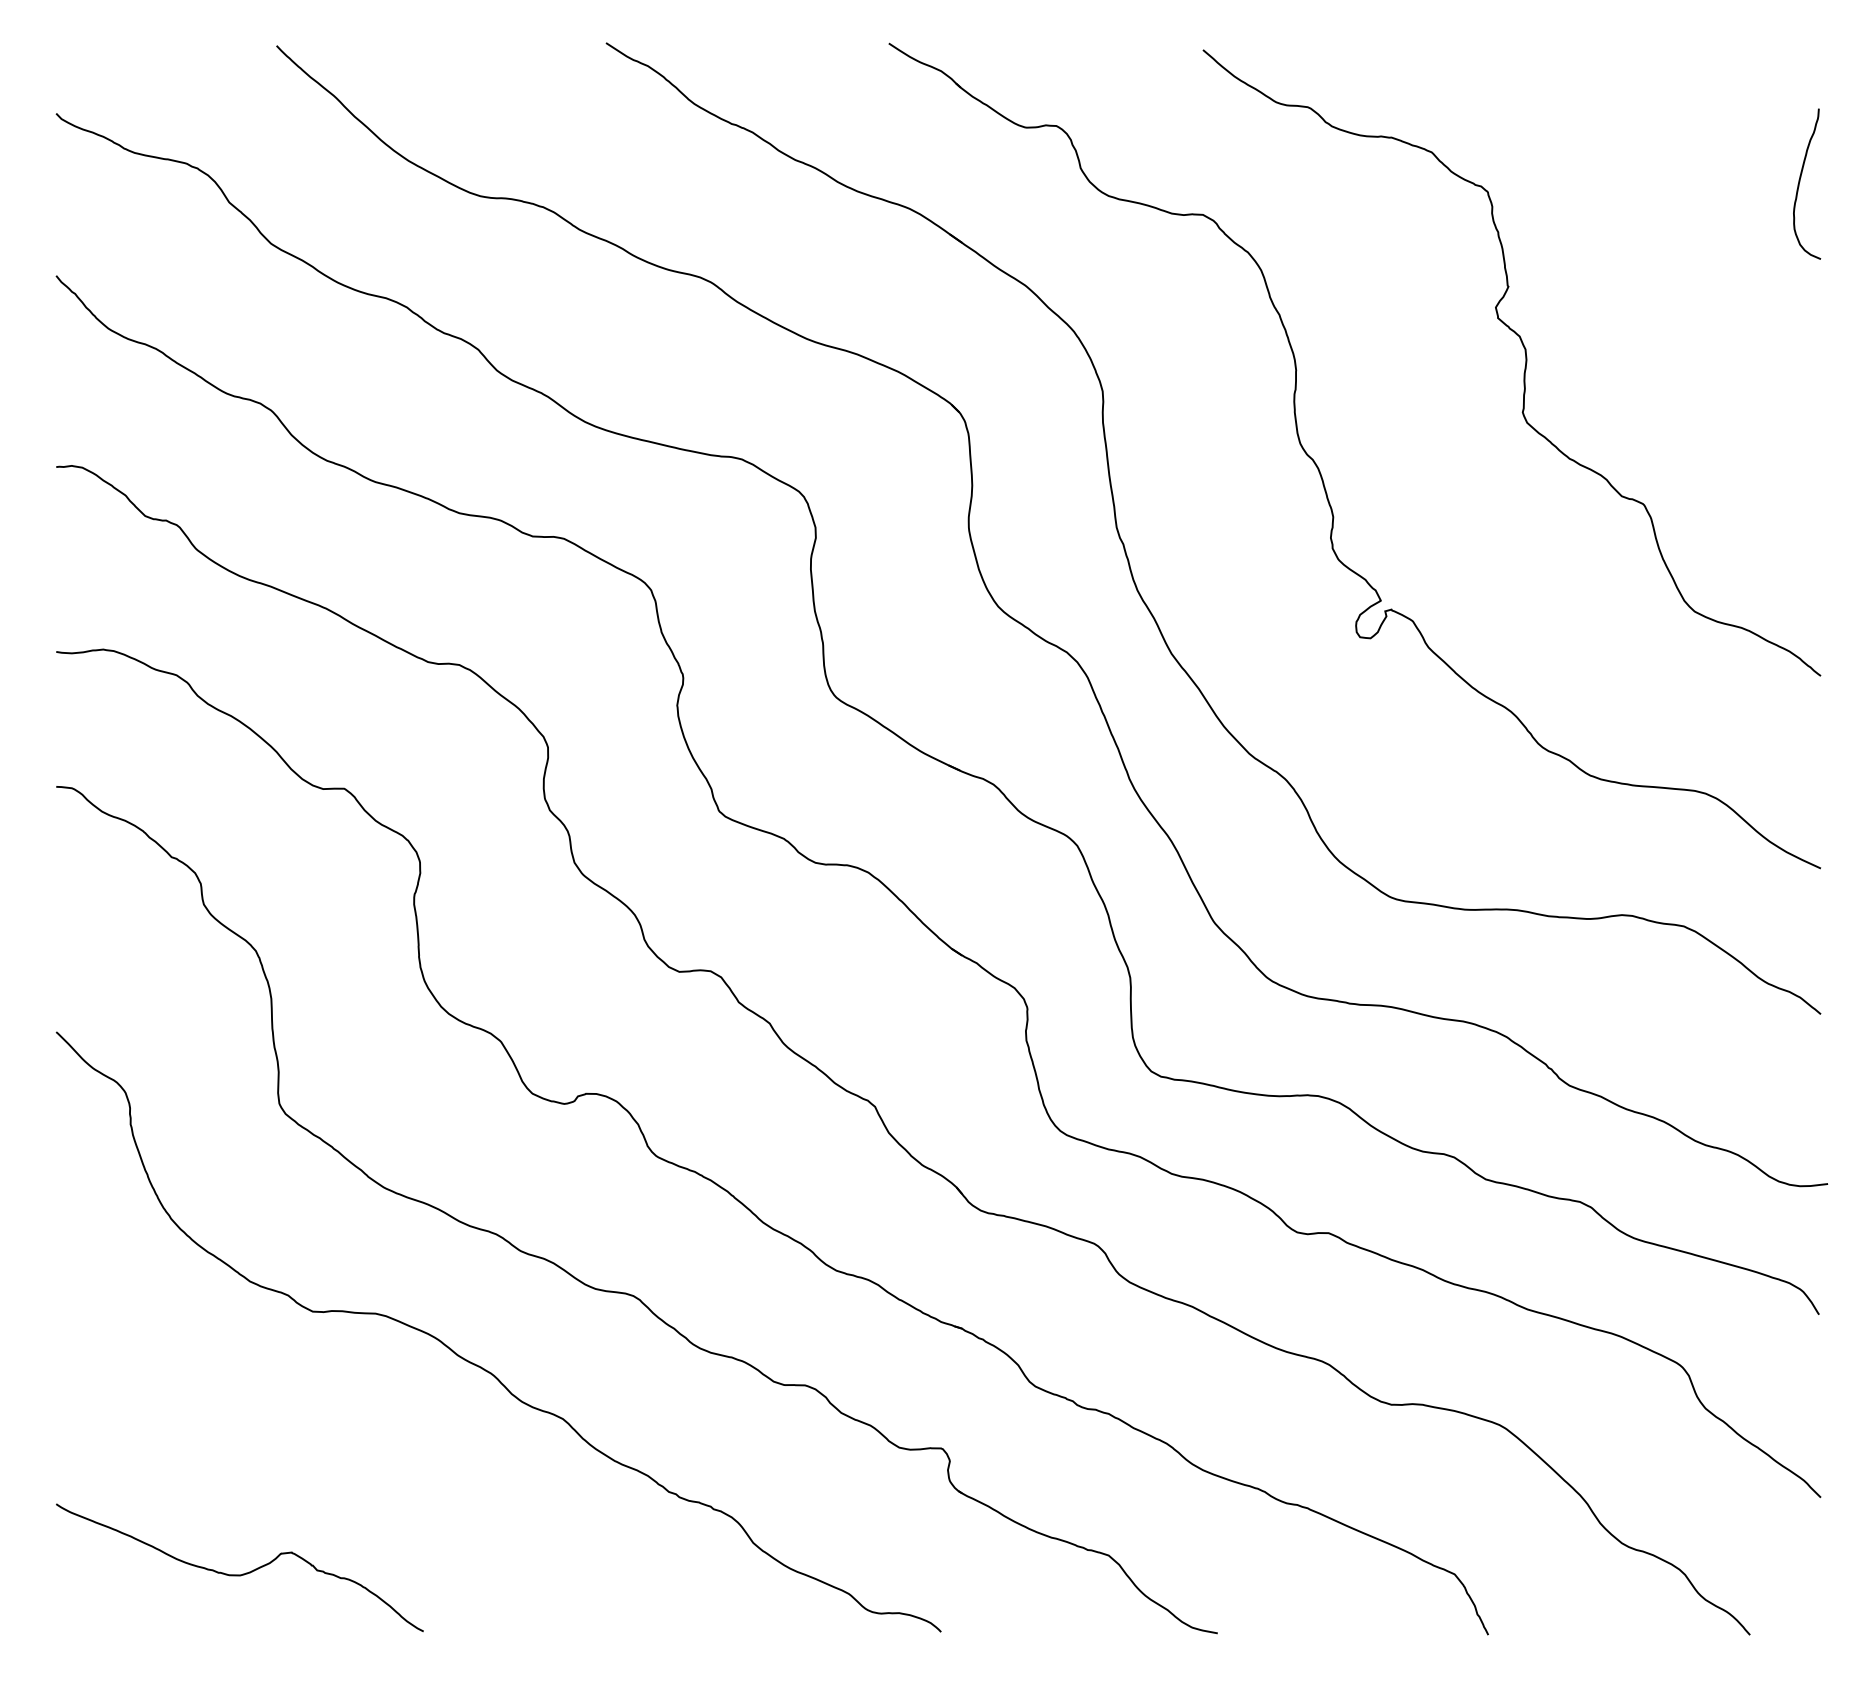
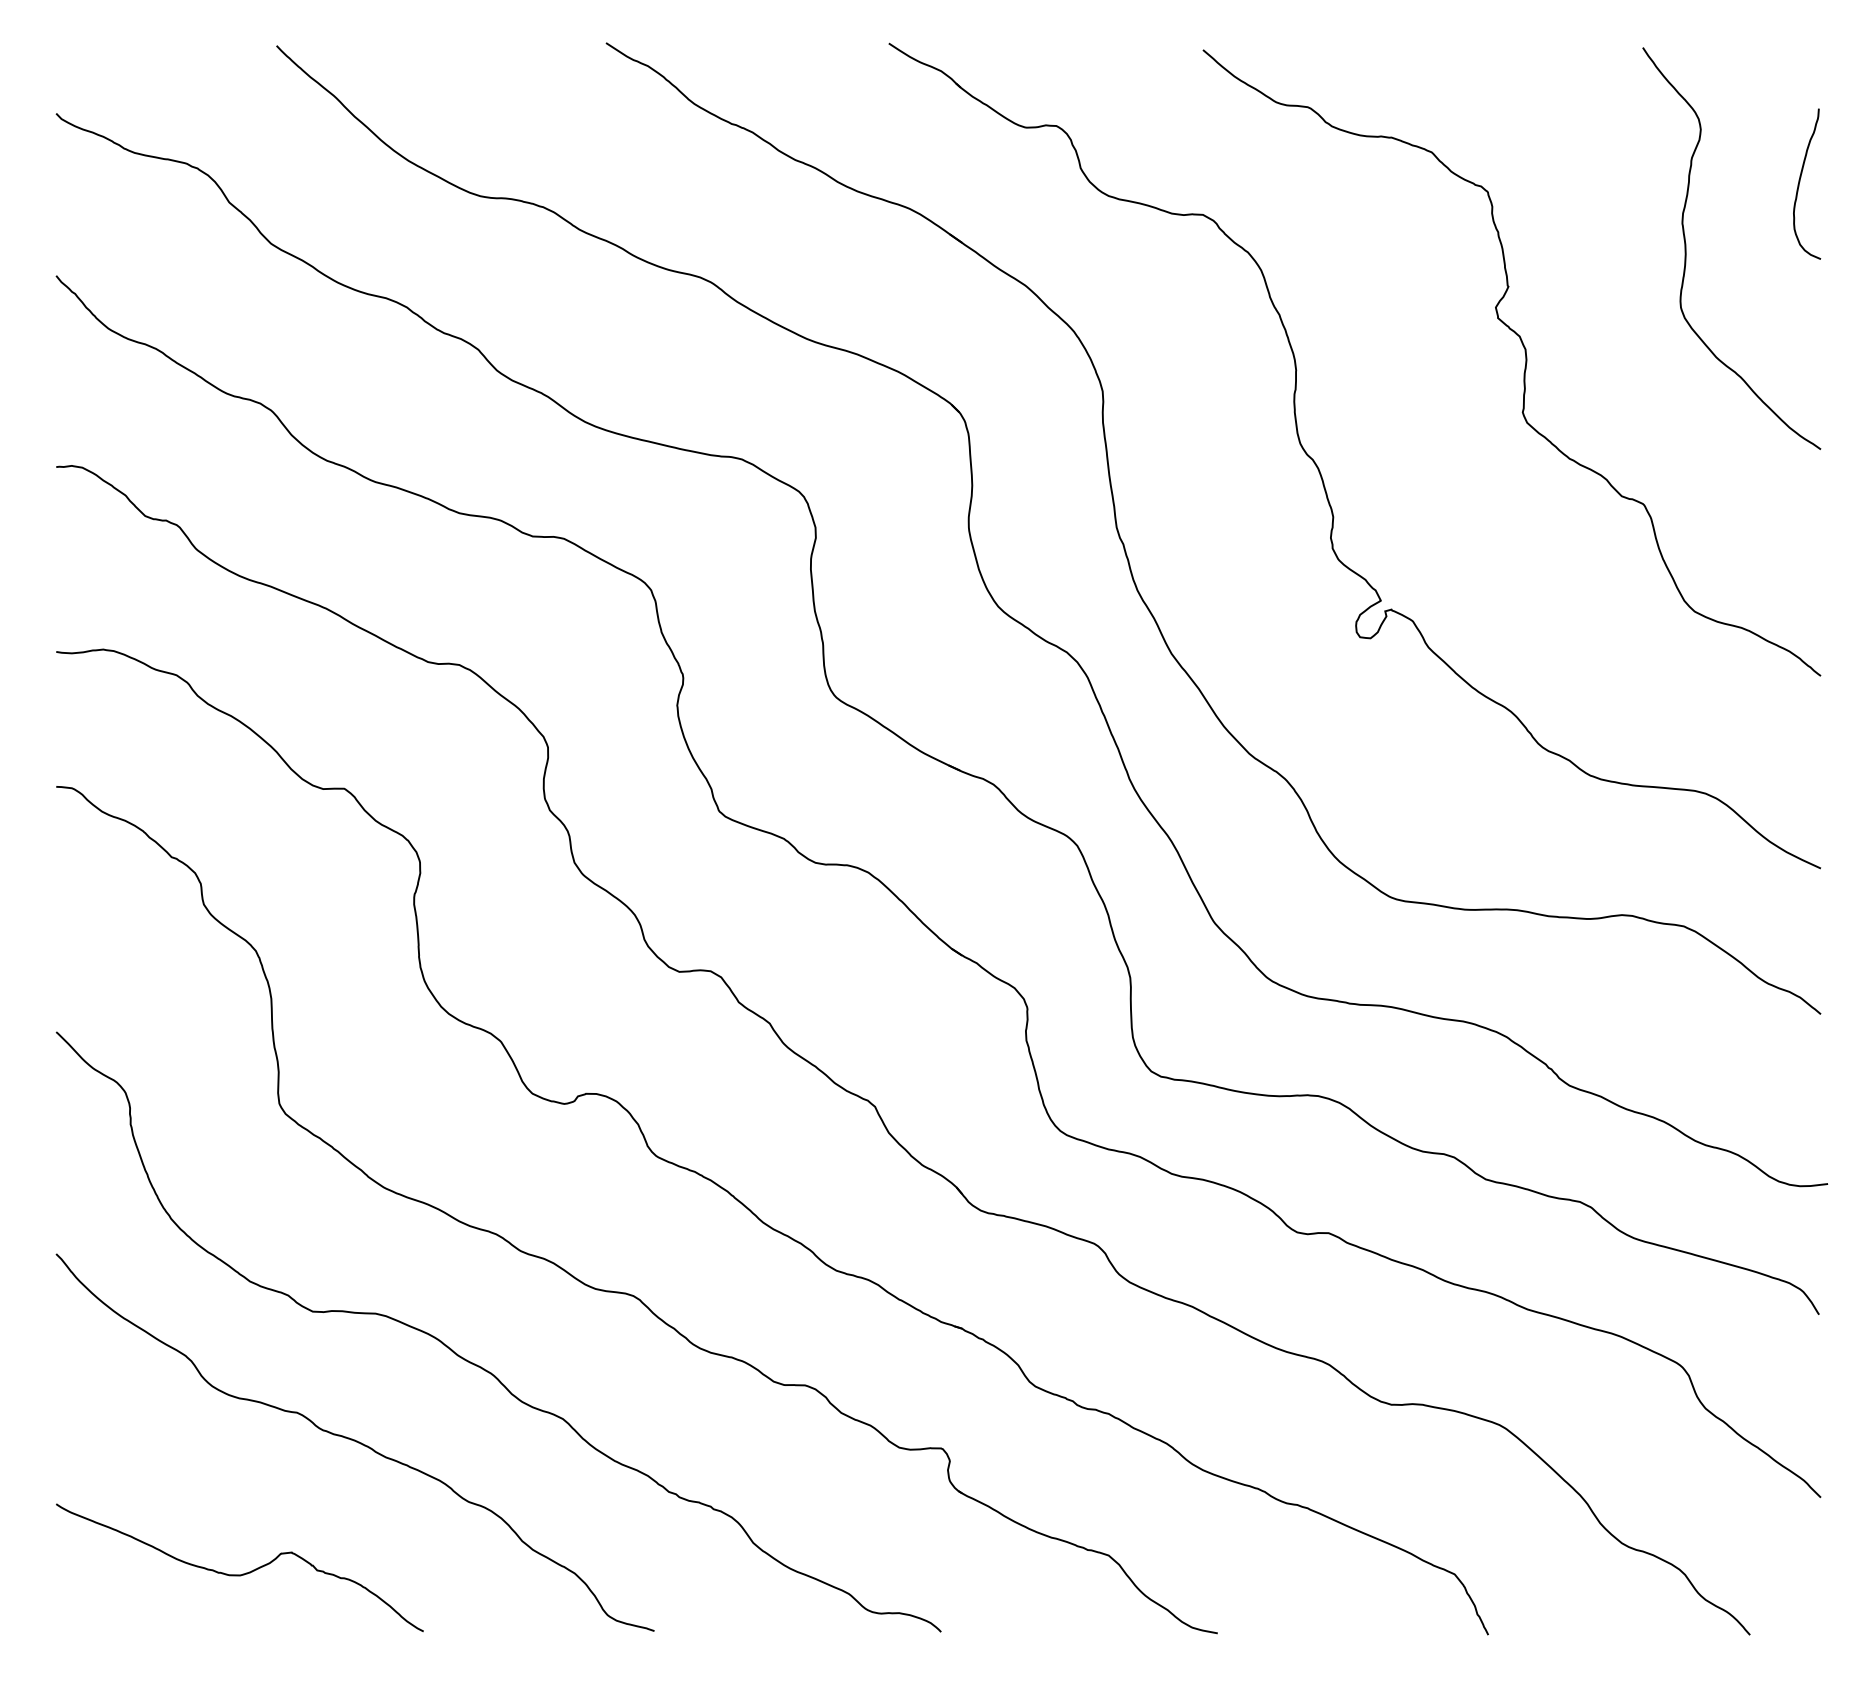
curve at (1686, 248): none -> present
curve at (354, 1441): none -> present
